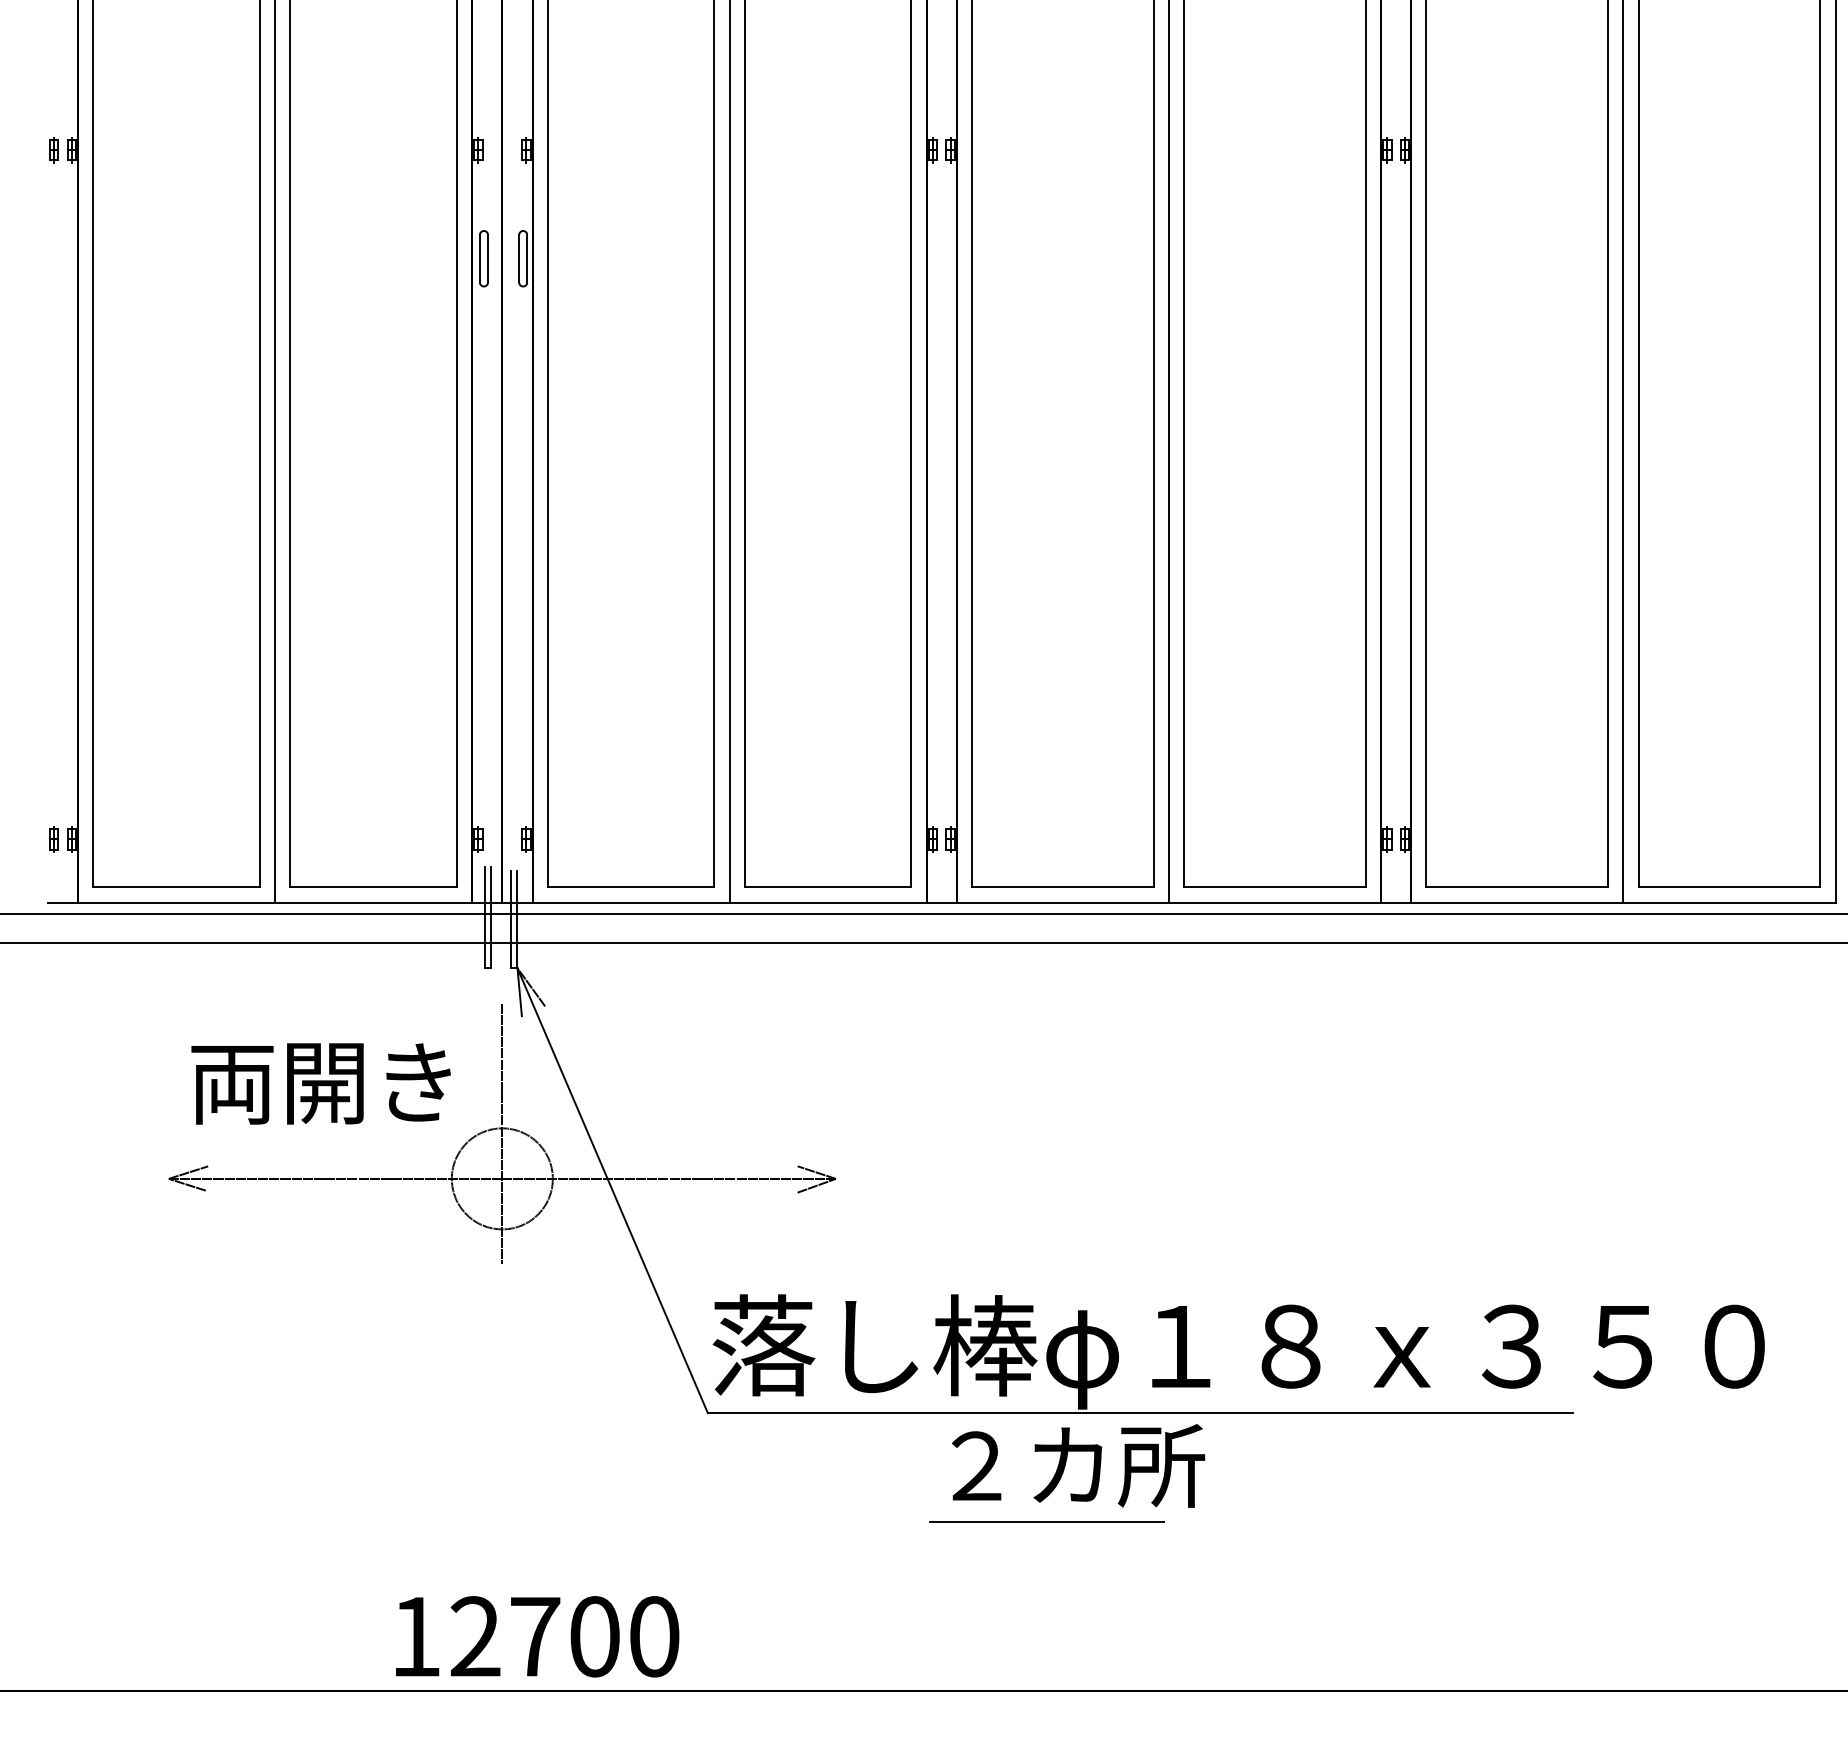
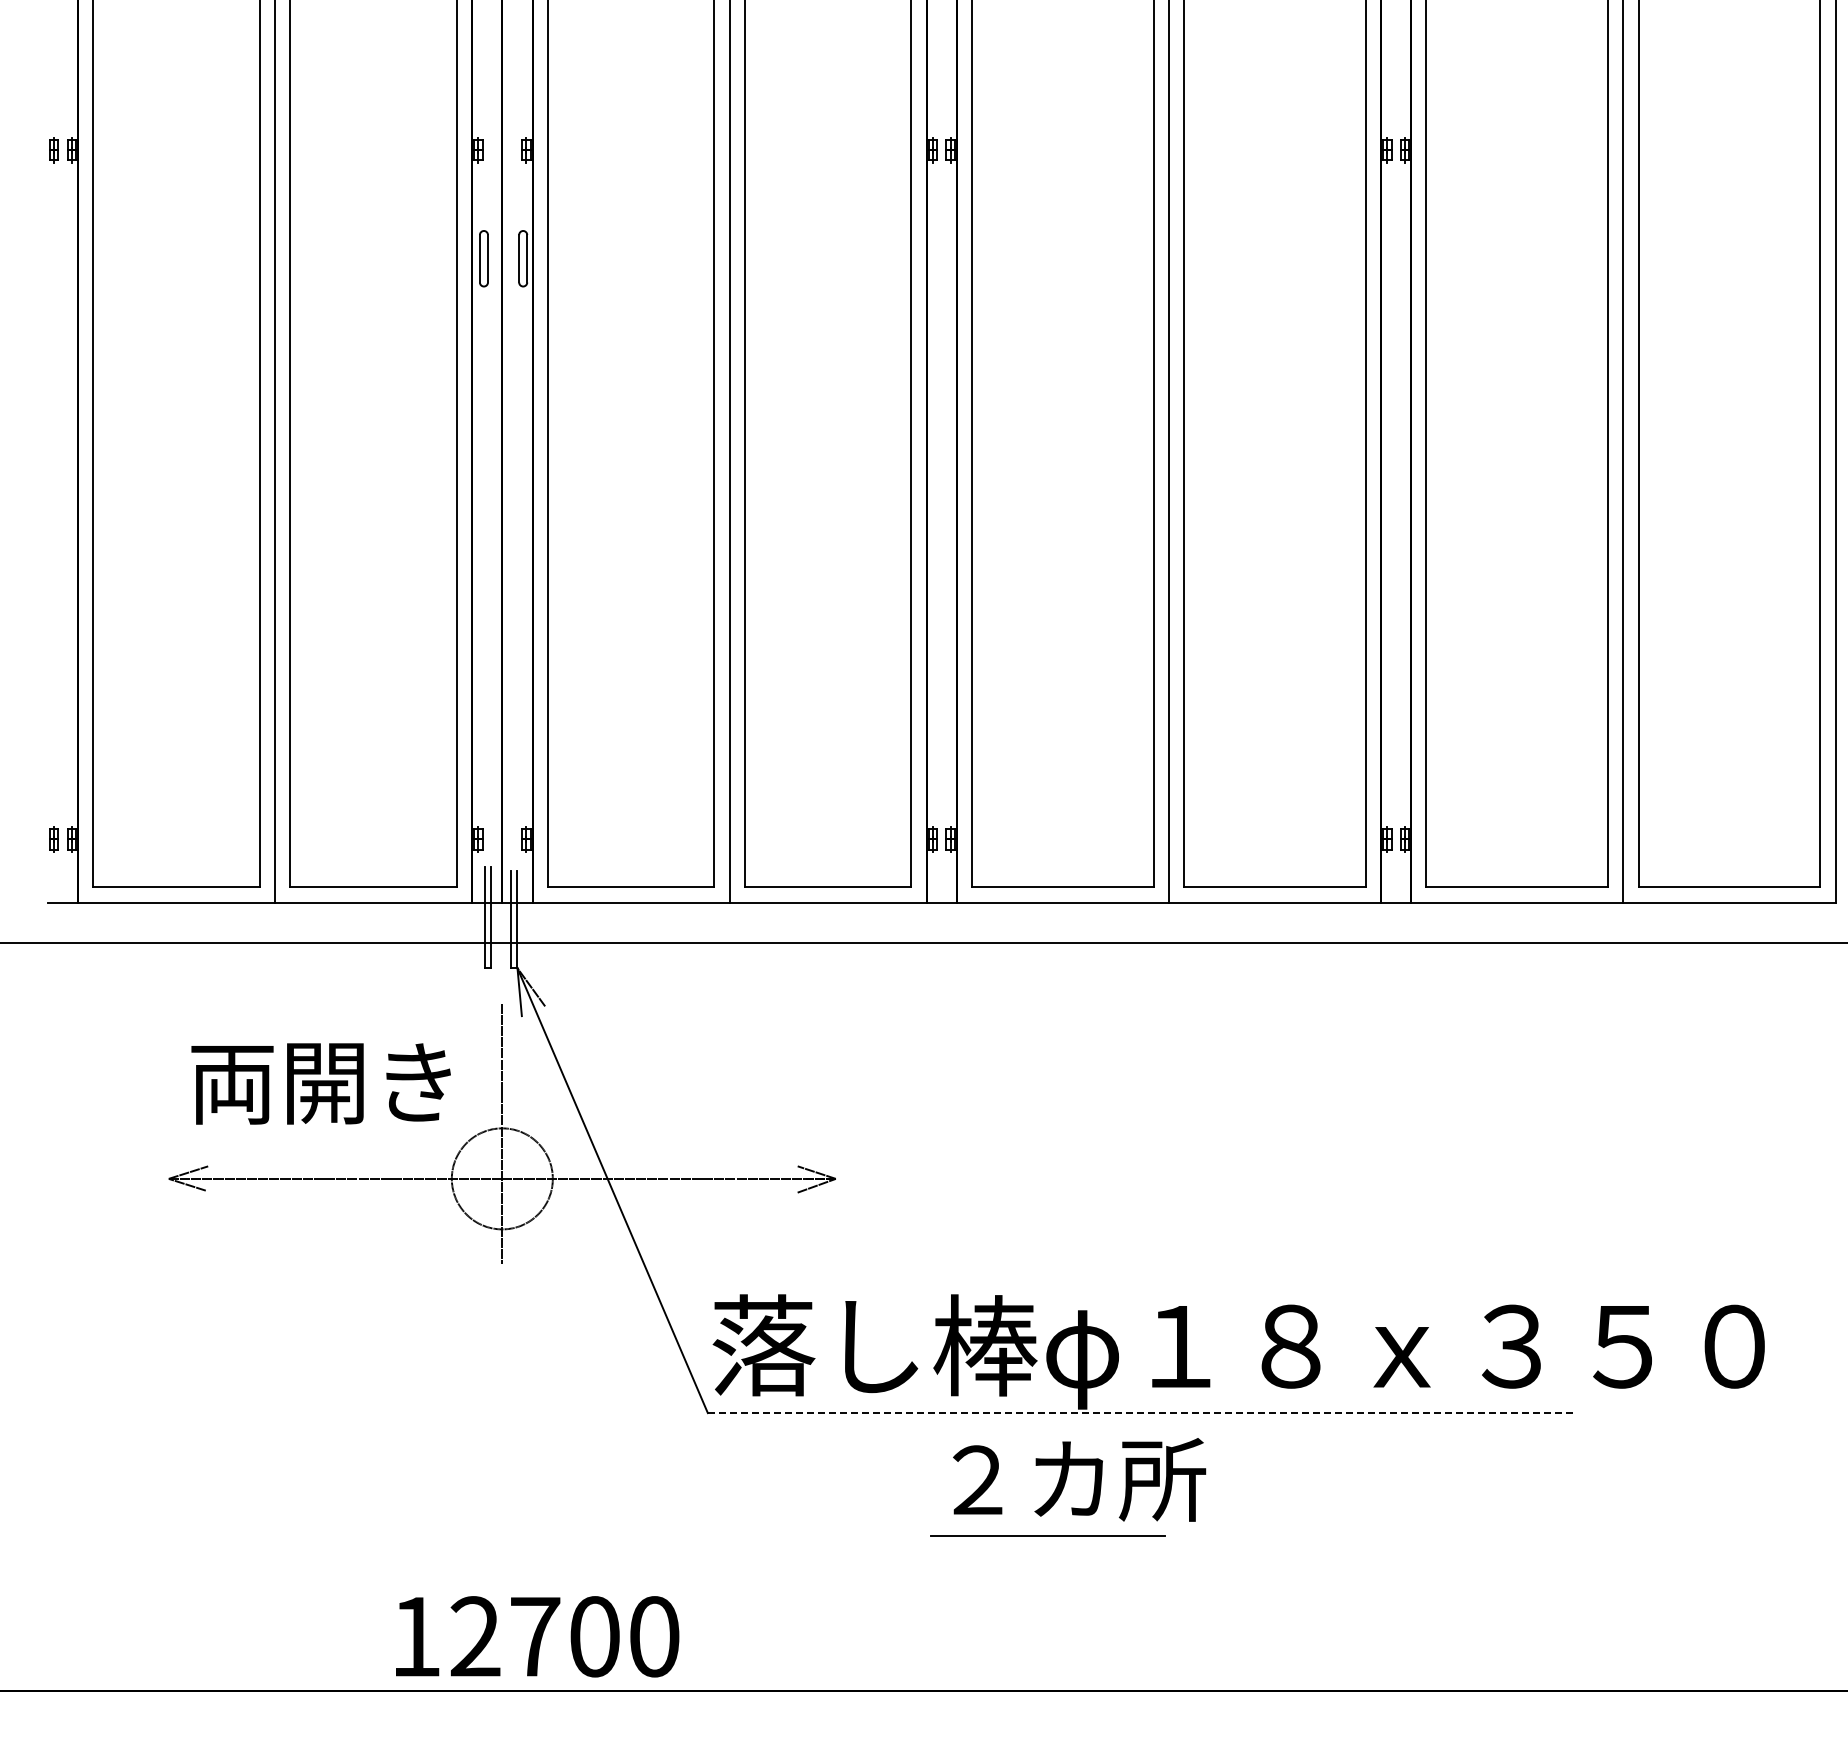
line at (923, 913): present -> none
line at (1140, 1413): solid -> dashed
part at (1067, 1473) position: (1067, 1473) -> (1068, 1487)
